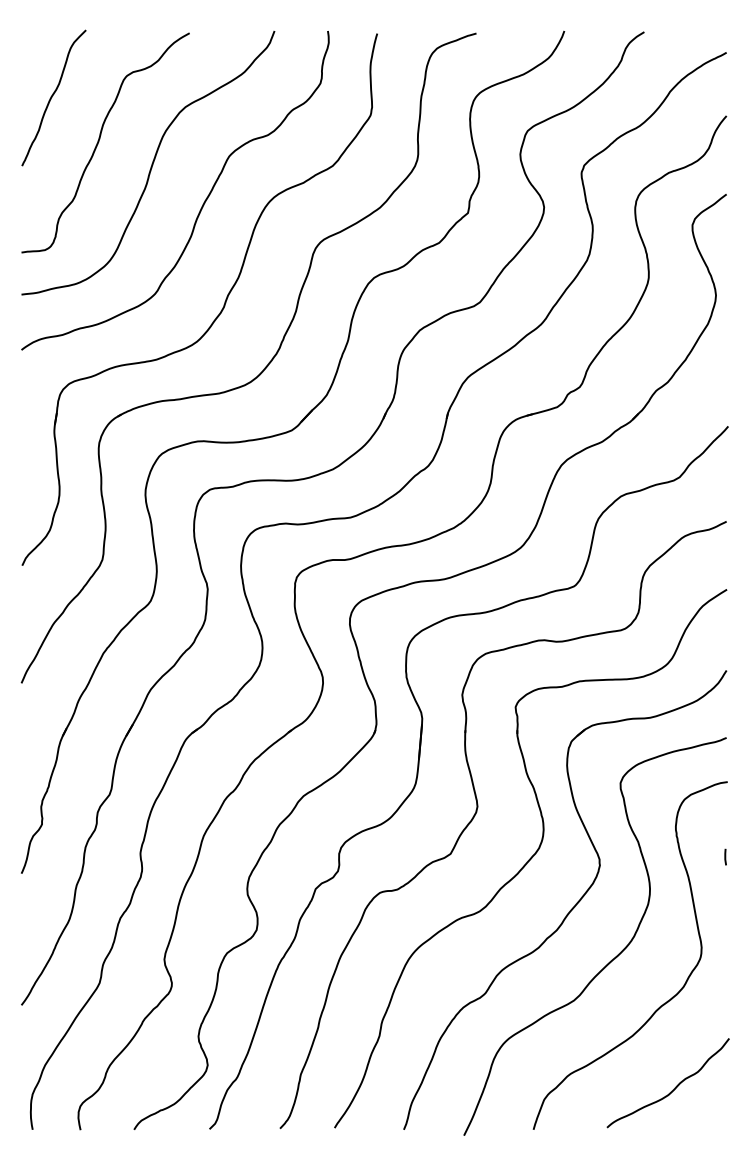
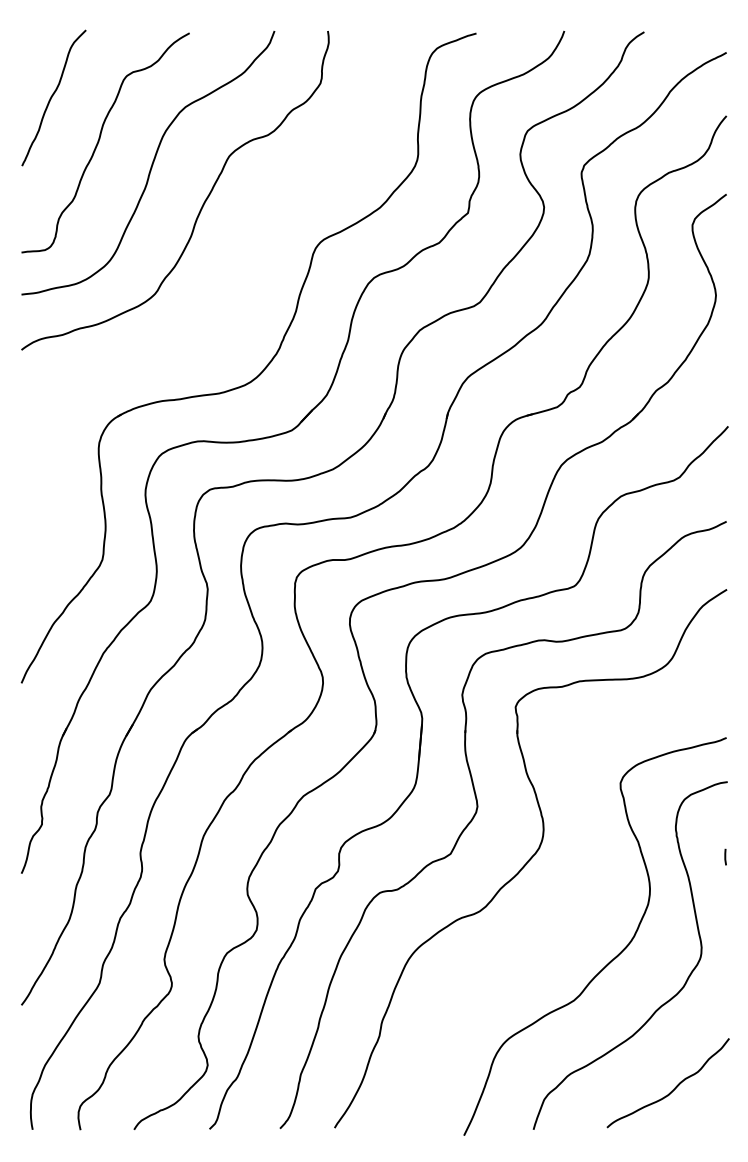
part at (219, 312): present -> none
part at (573, 906): present -> none
